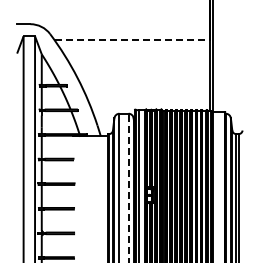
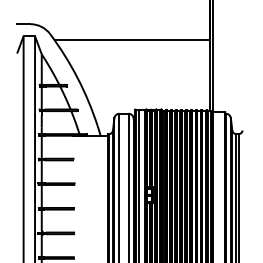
line at (132, 40): dashed -> solid
line at (128, 187): dashed -> solid
